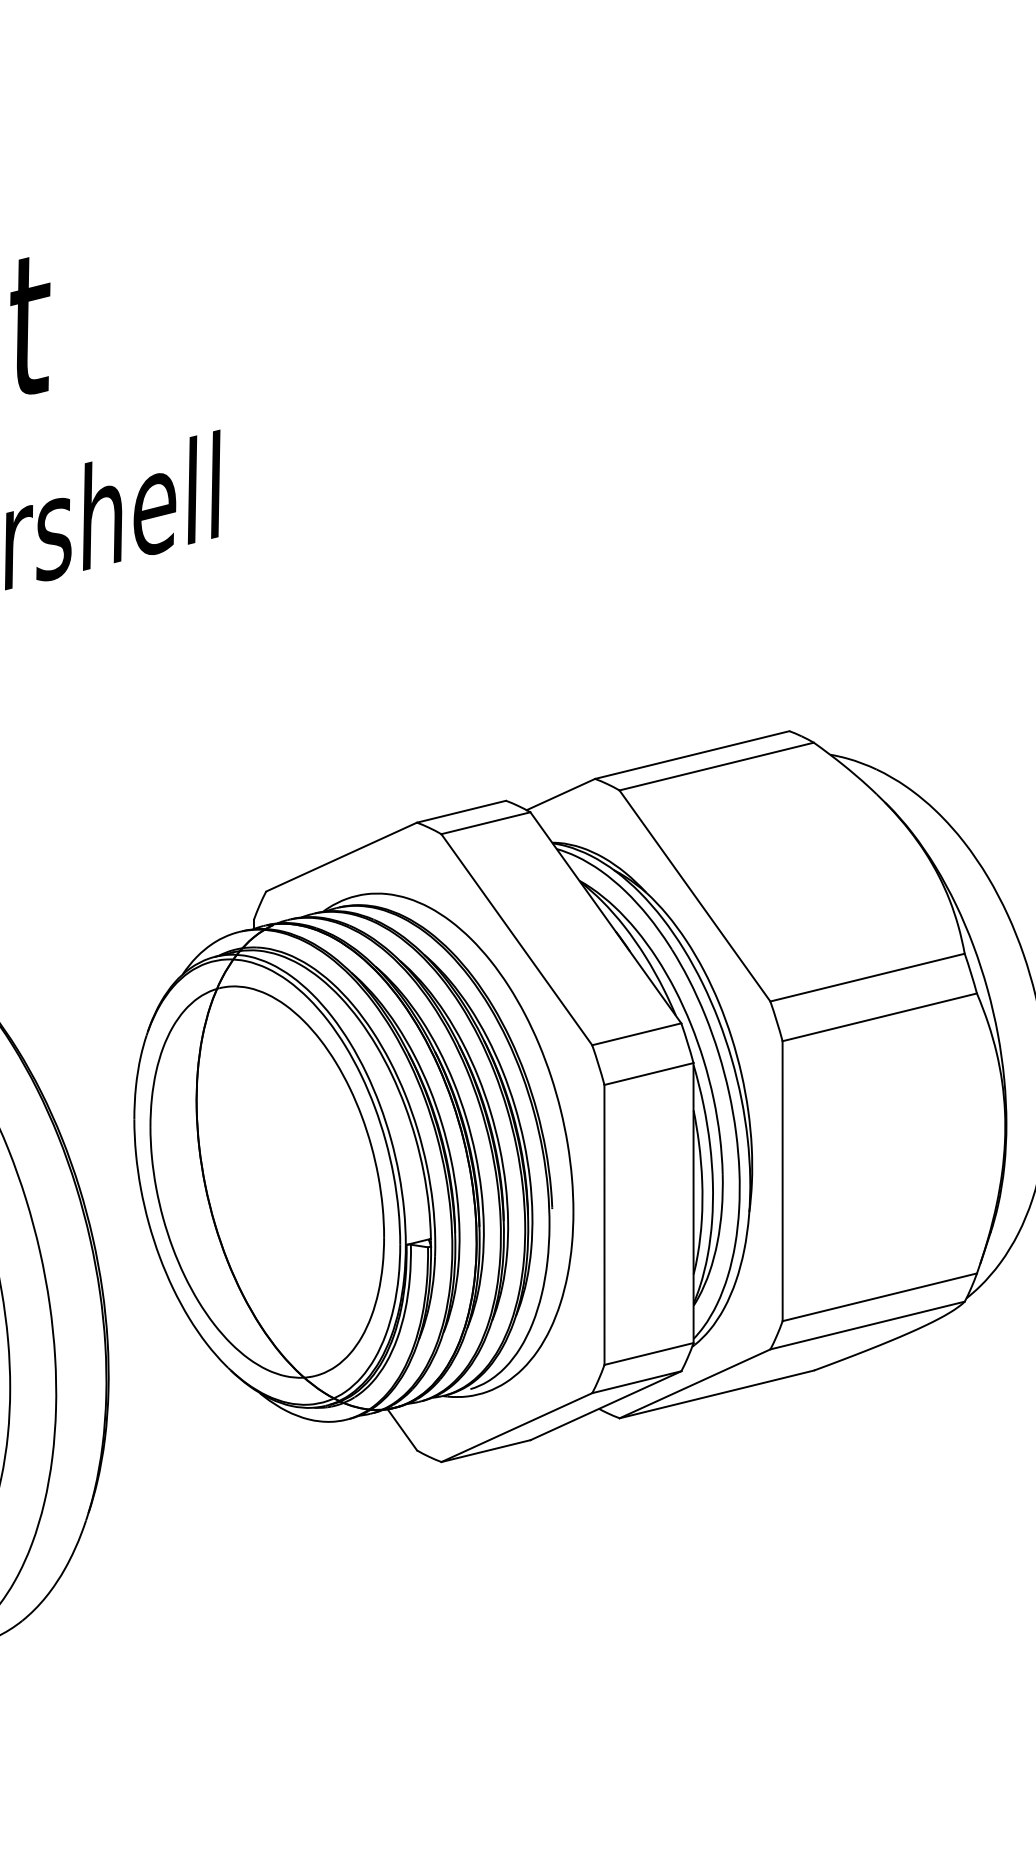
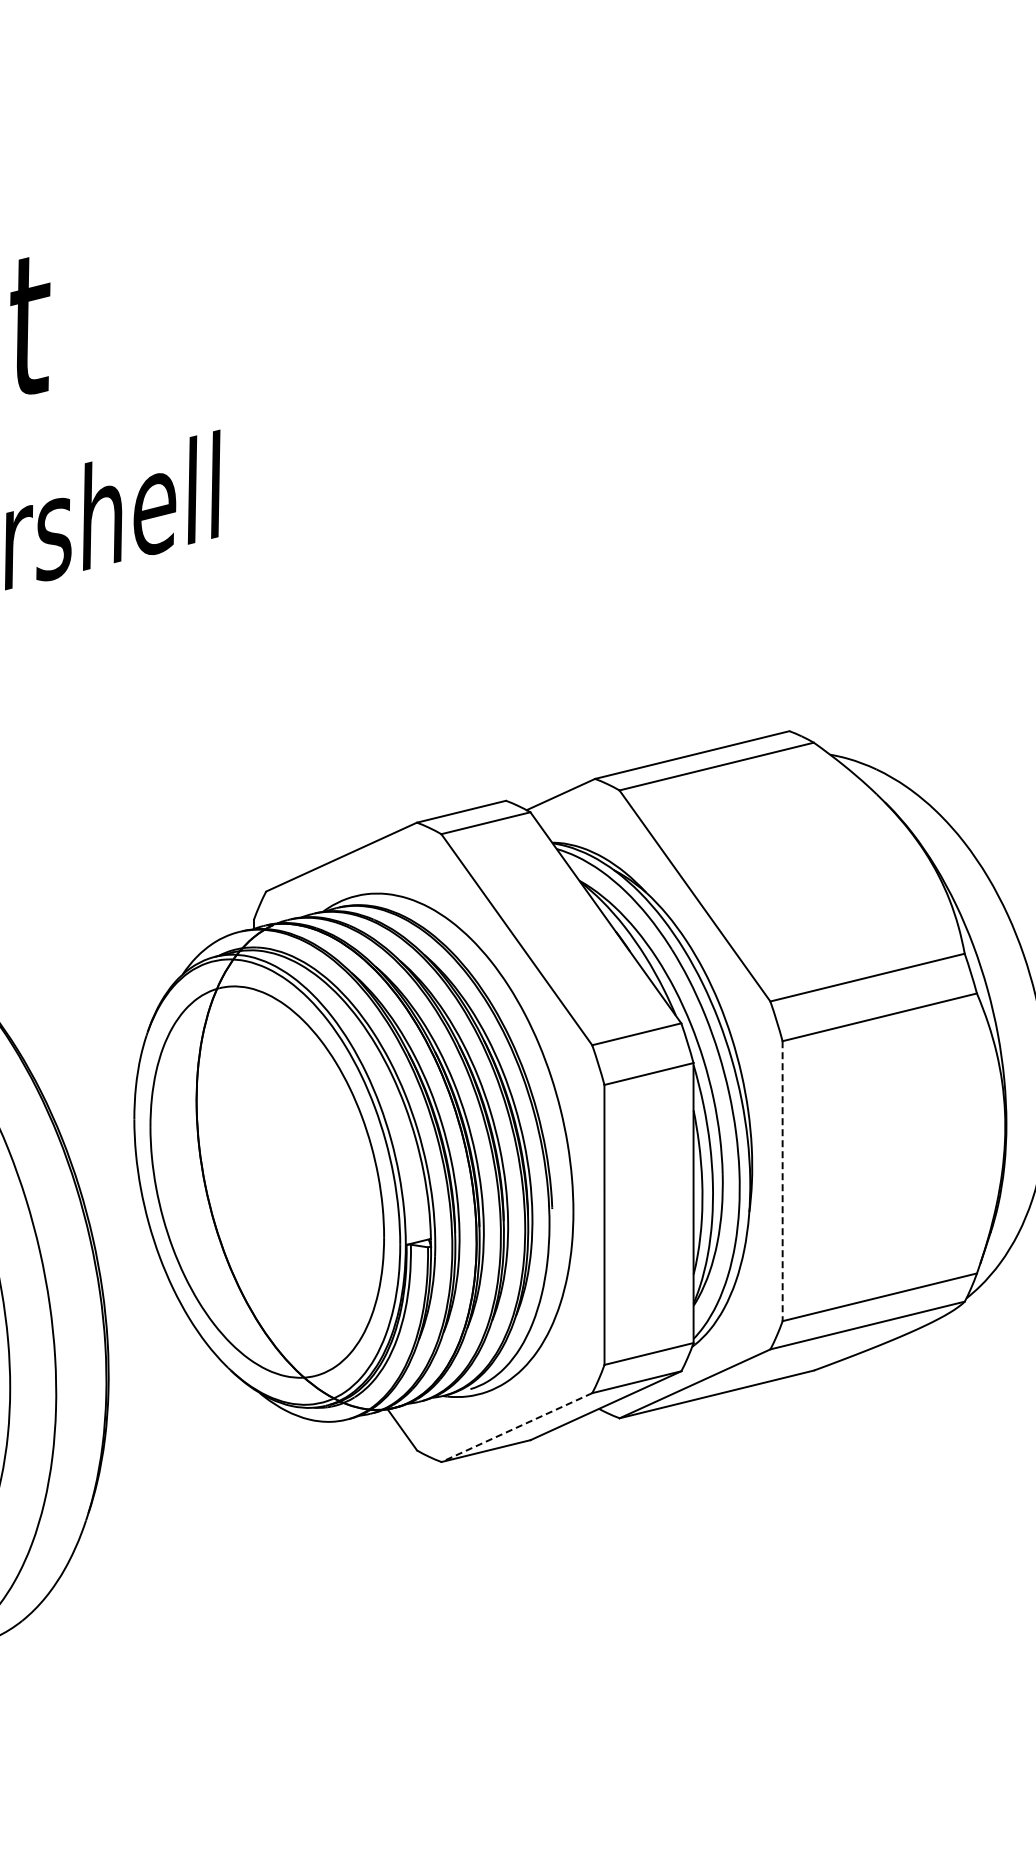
line at (782, 1181): solid -> dashed
line at (516, 1427): solid -> dashed
